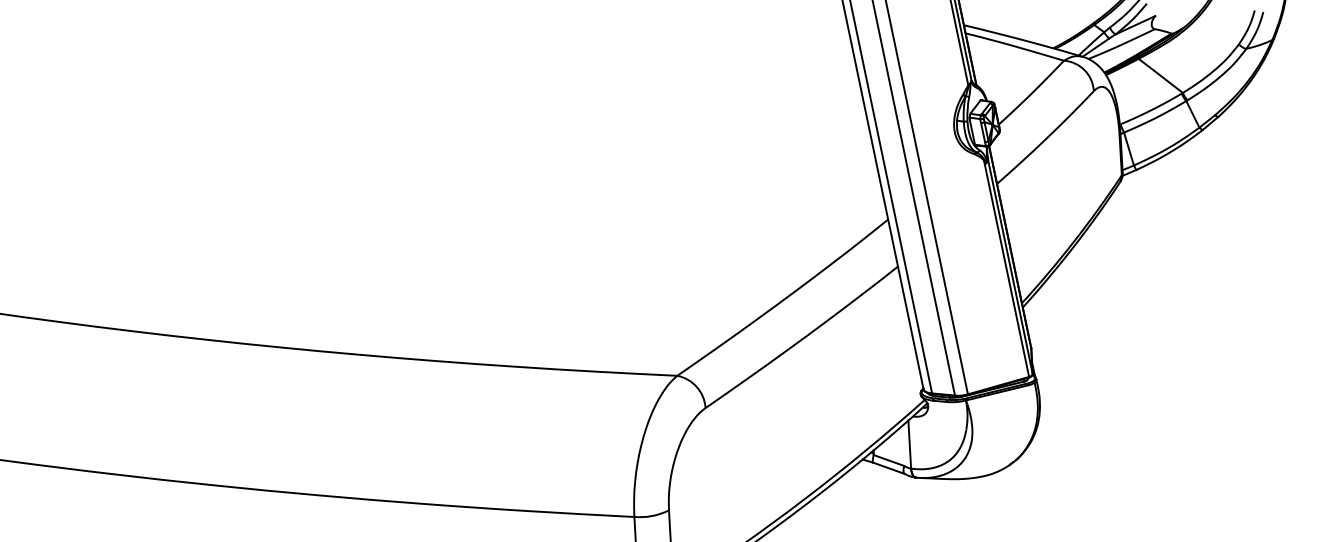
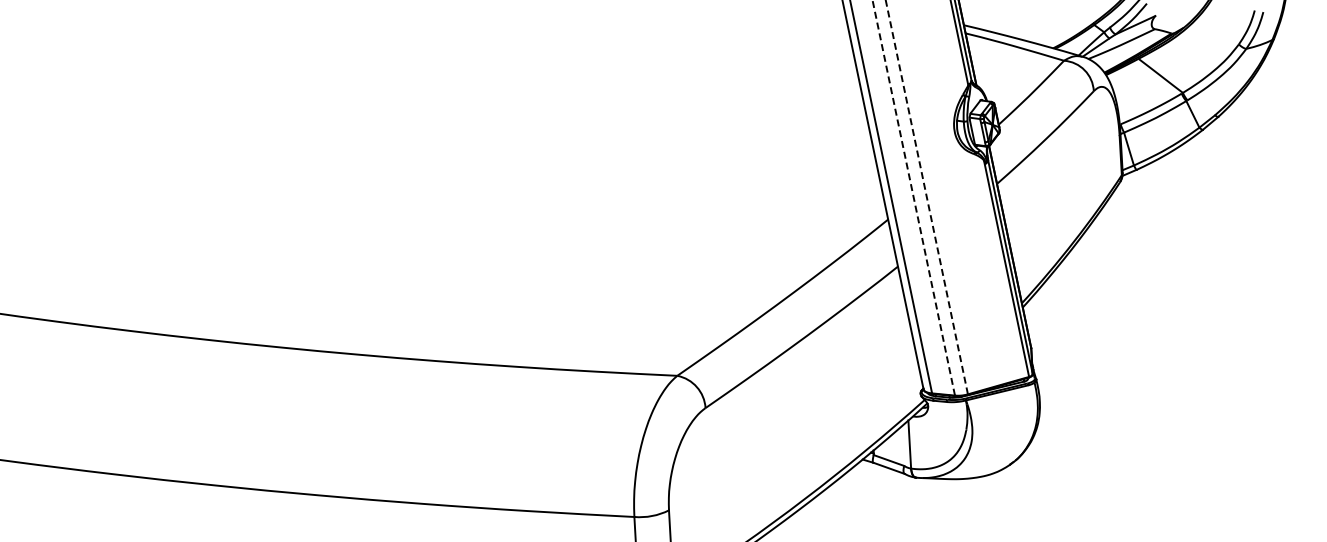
line at (926, 196): solid -> dashed
line at (913, 198): solid -> dashed
